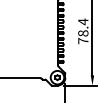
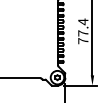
text at (83, 33): 78.4 -> 77.4
